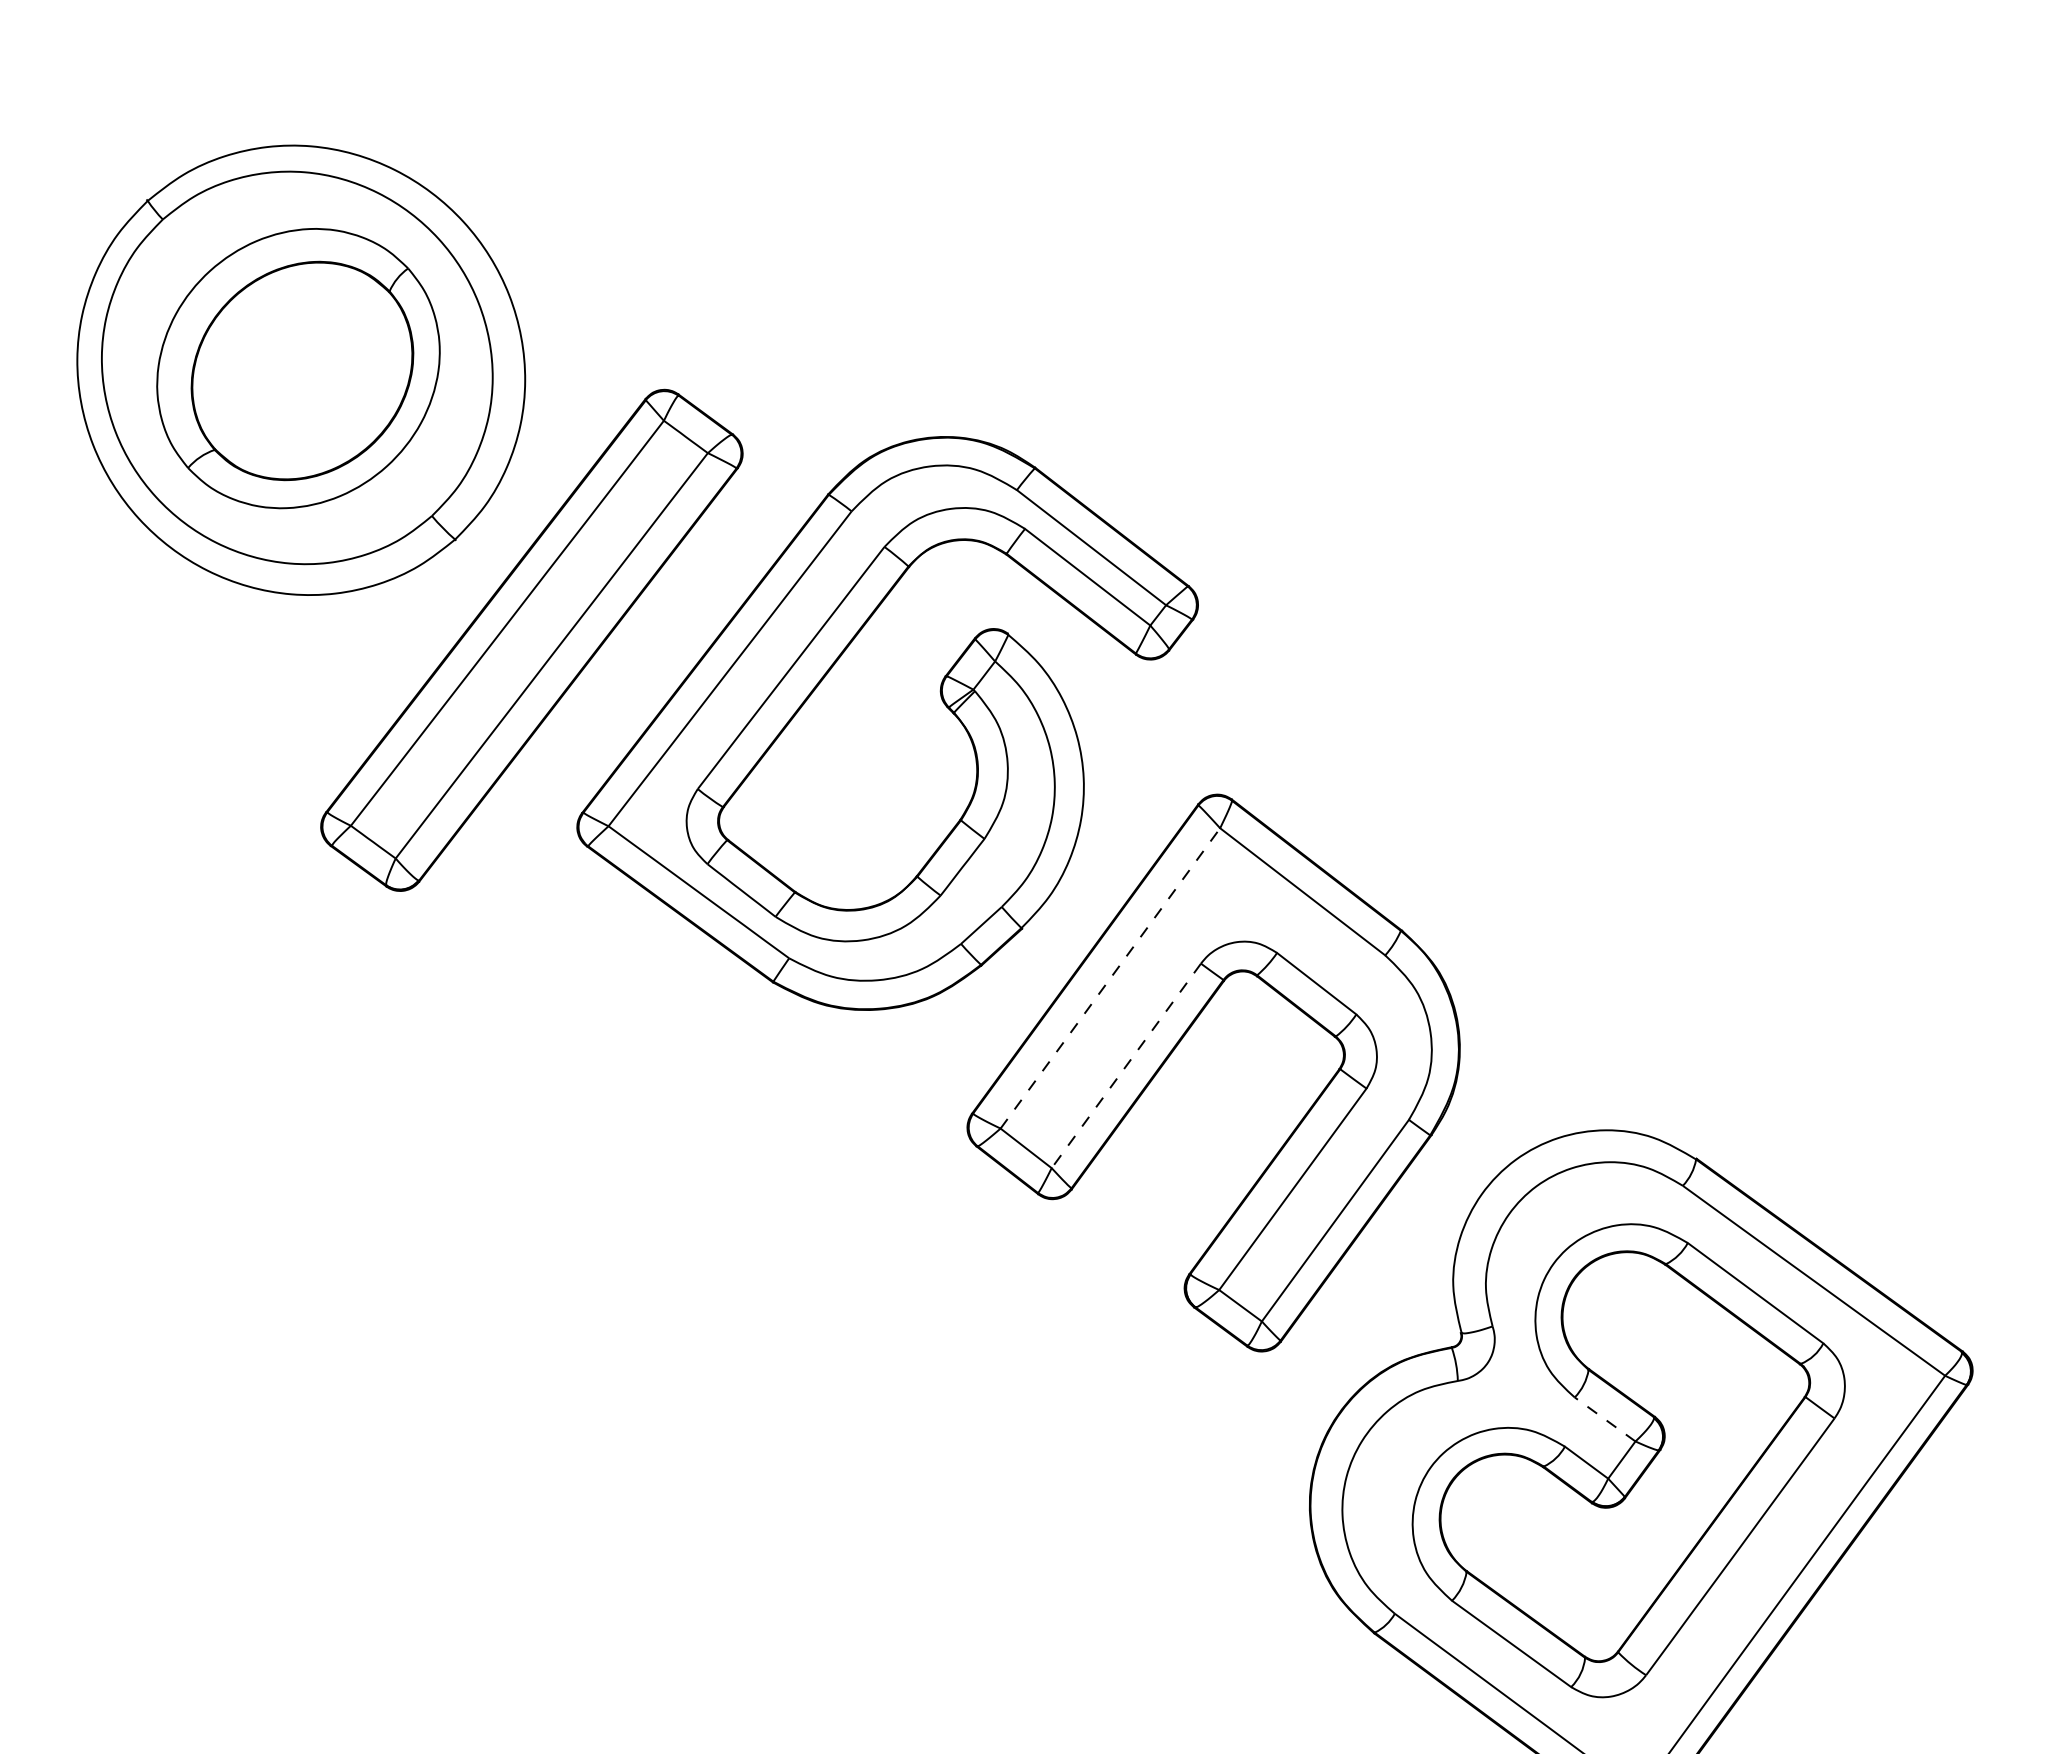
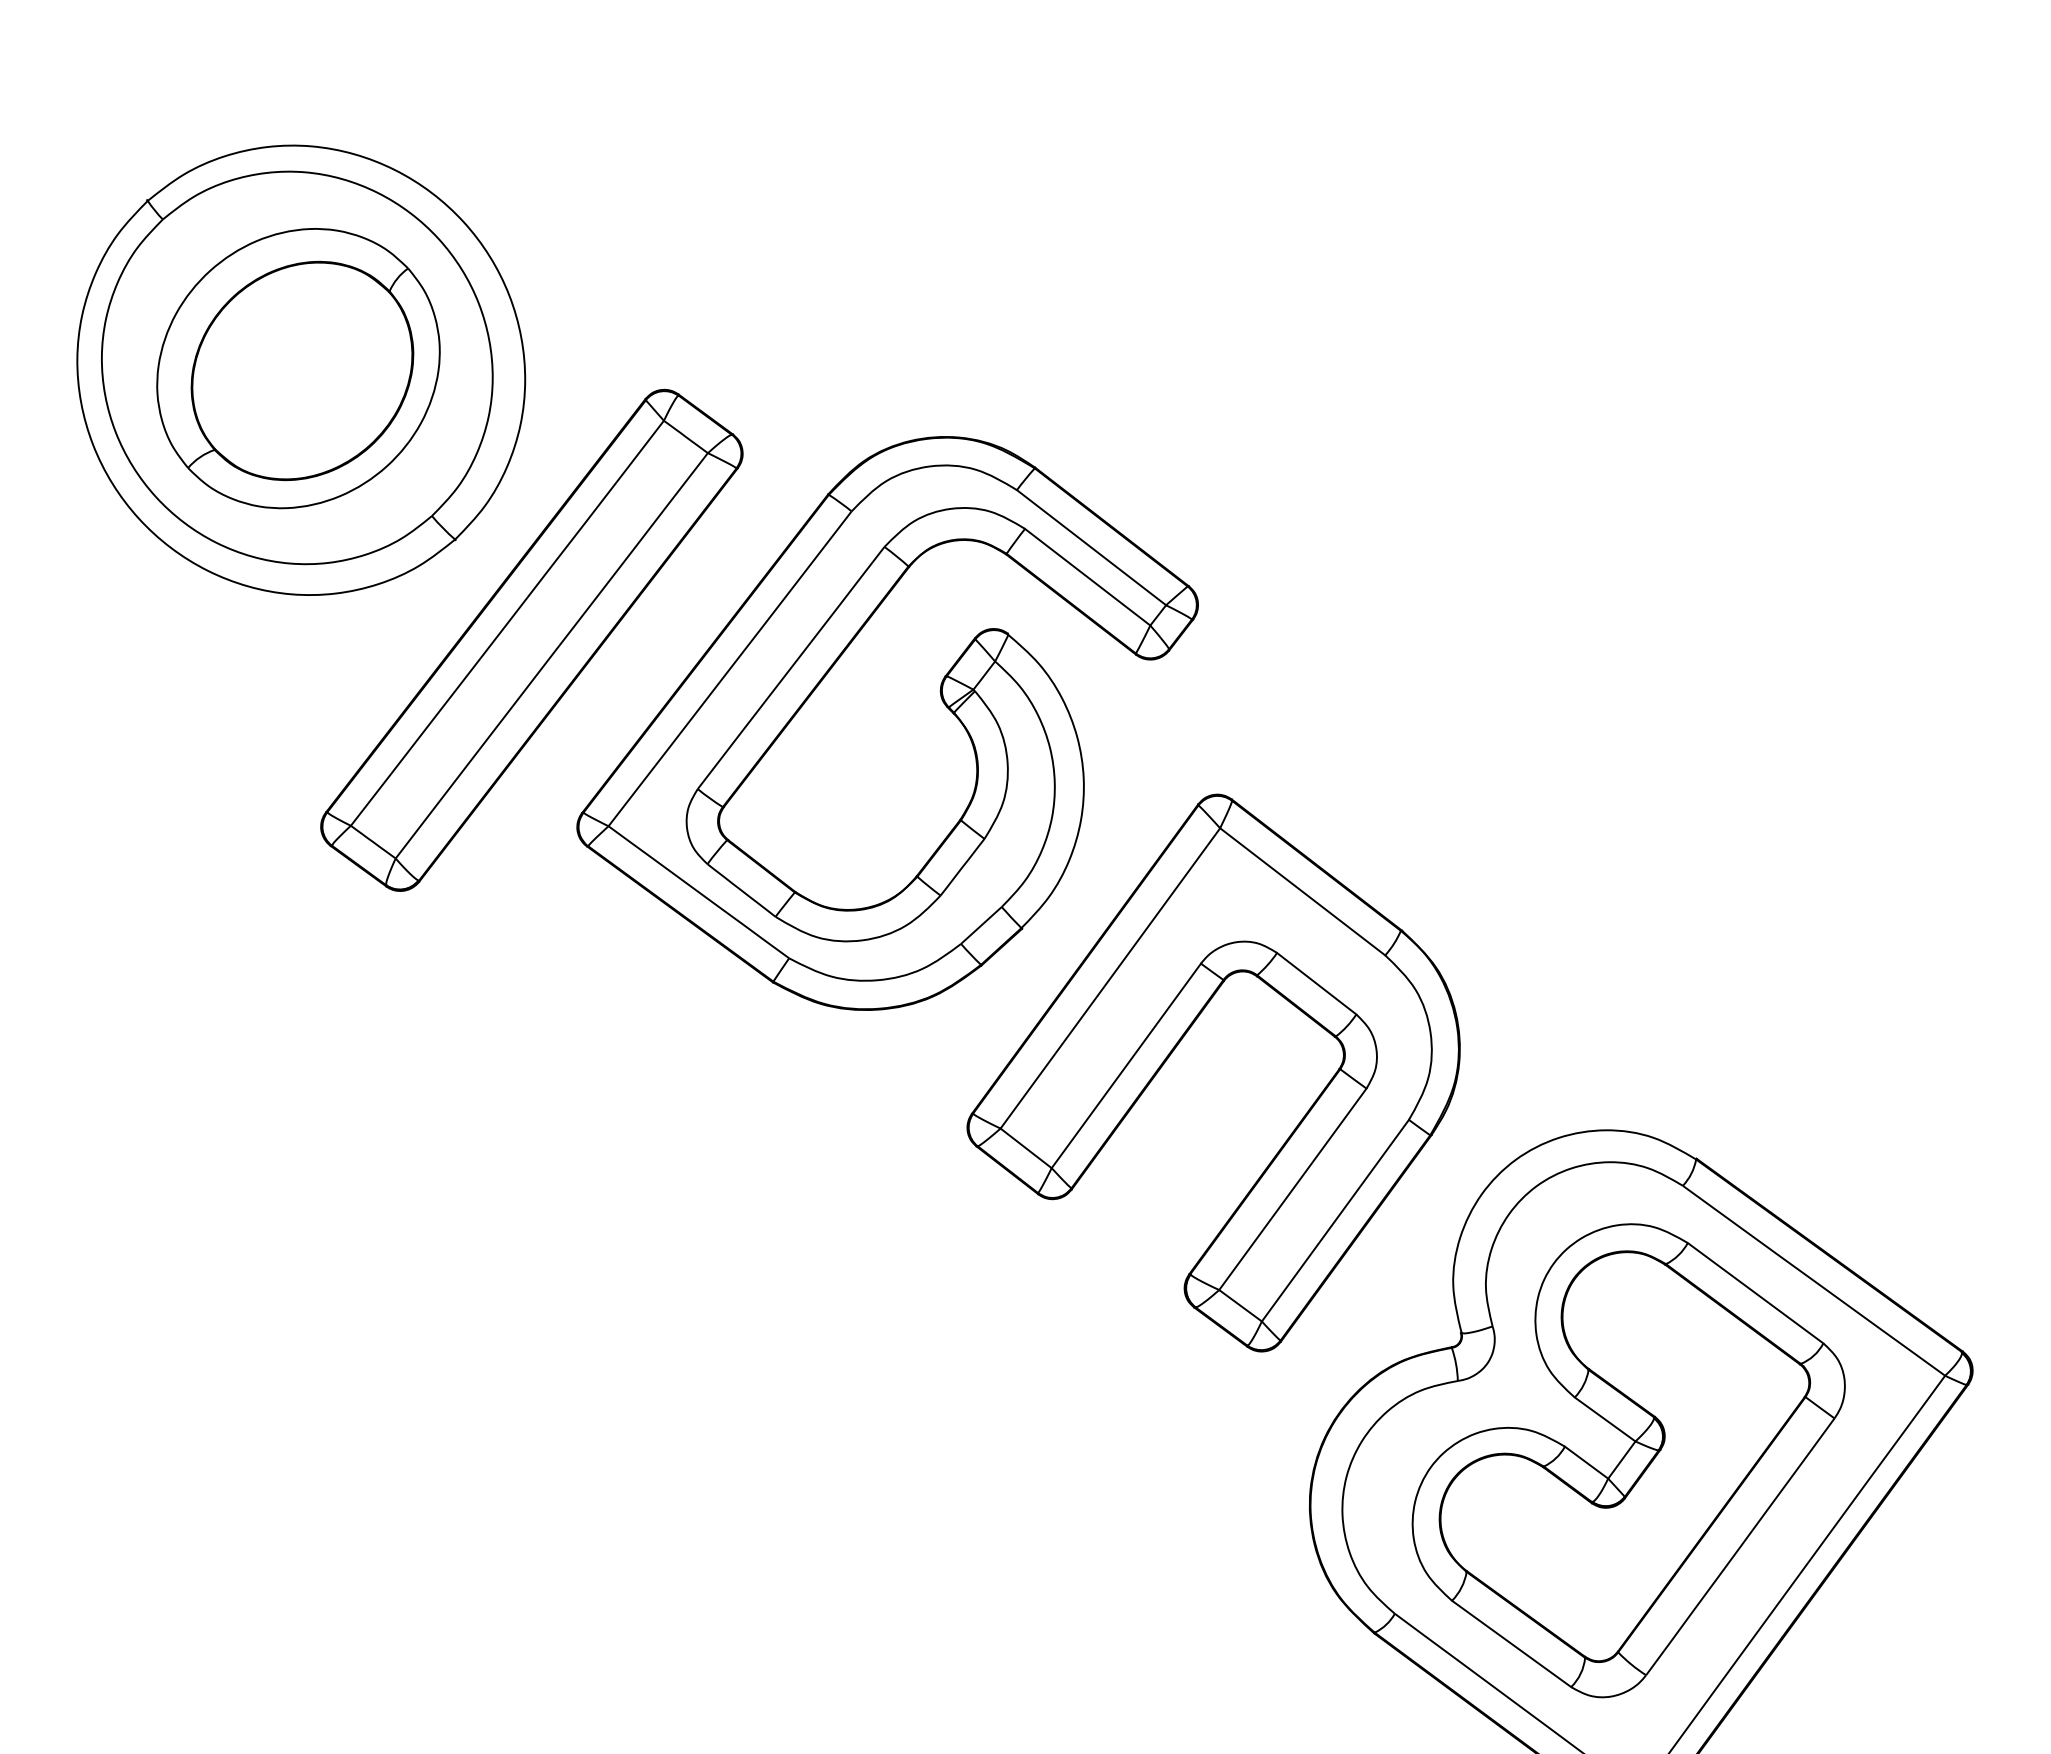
line at (1110, 978): dashed -> solid
line at (1126, 1065): dashed -> solid
line at (1604, 1419): dashed -> solid
